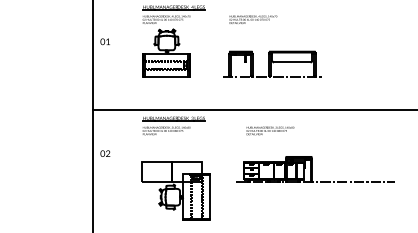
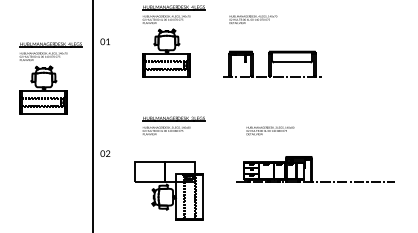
part at (50, 78): none -> present
line at (253, 110): present -> none
part at (175, 190) position: (175, 190) -> (168, 190)
